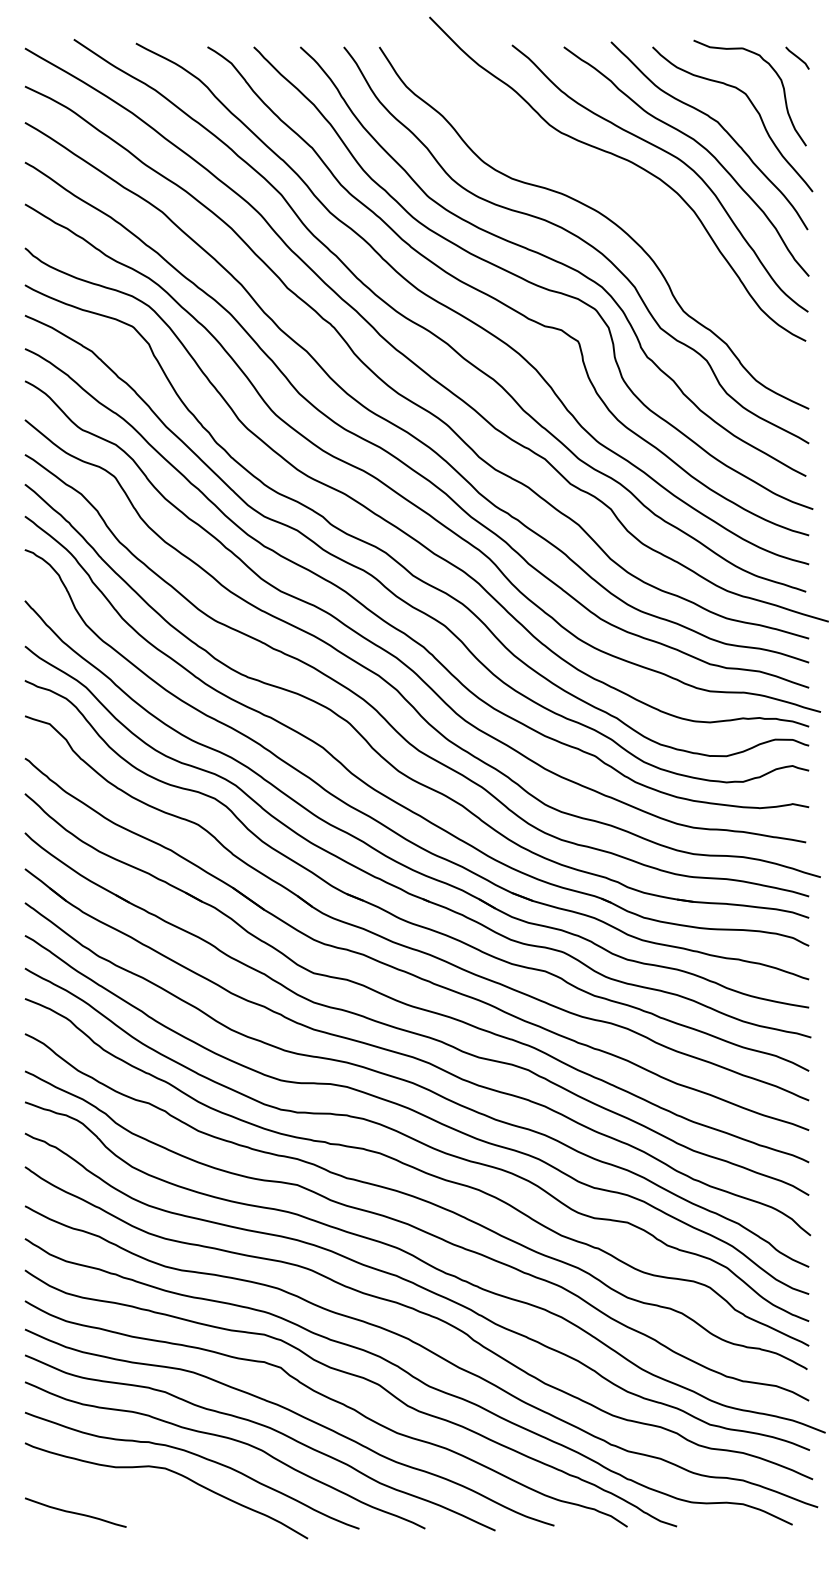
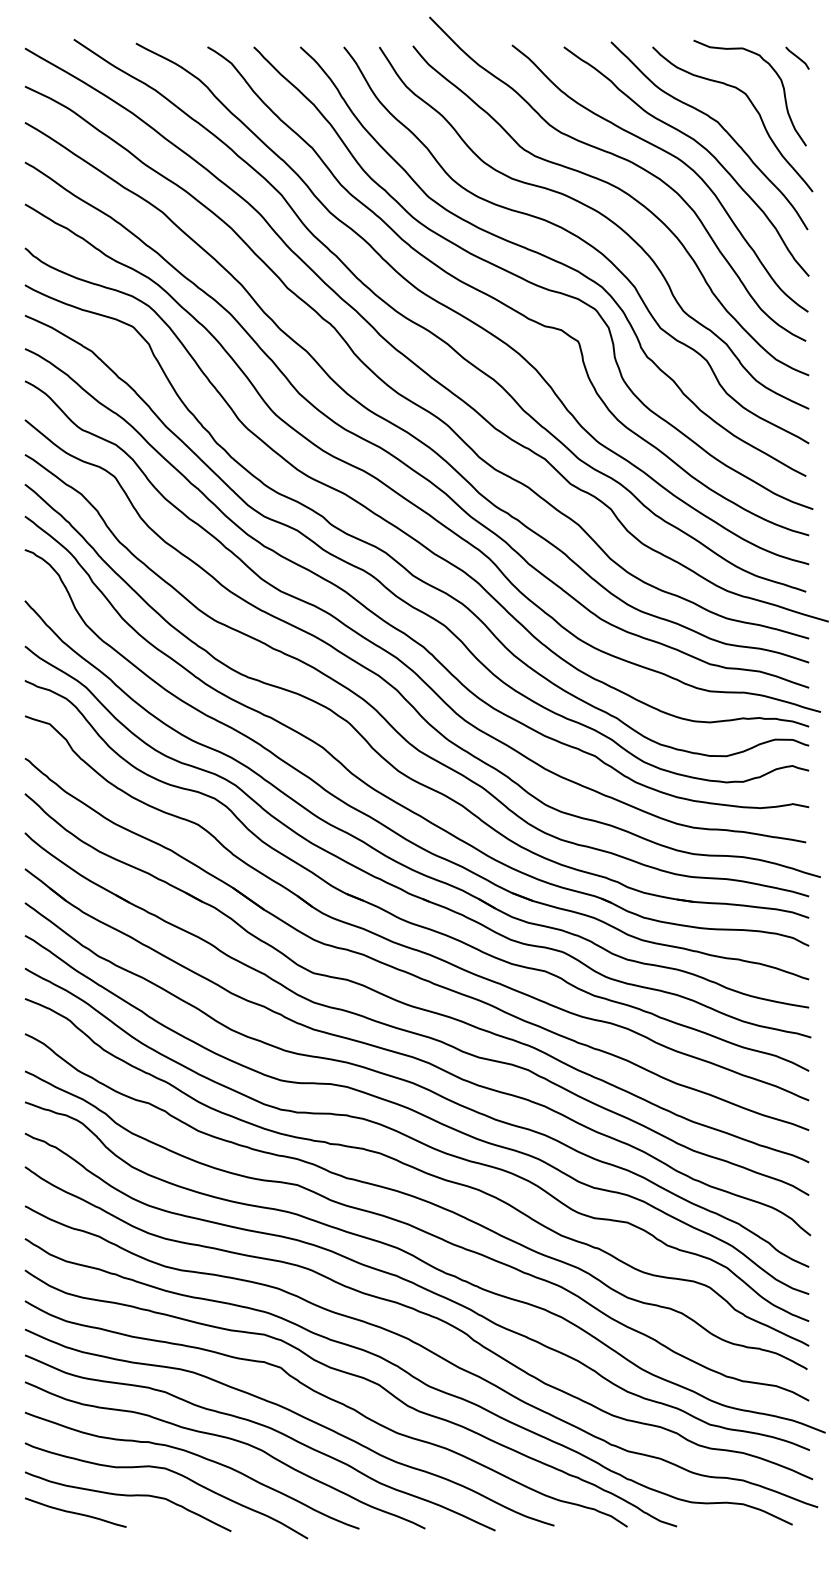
curve at (619, 190): none -> present
curve at (127, 1496): none -> present
